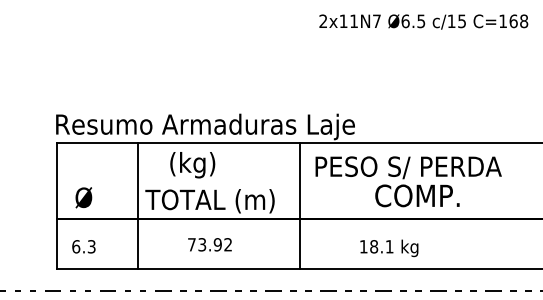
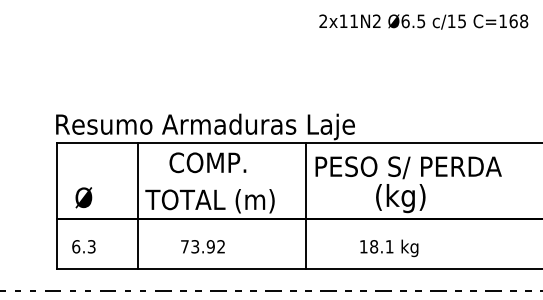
text at (376, 20): 2x11N7 -> 2x11N2
text at (207, 165): (kg) -> COMP.
text at (417, 198): COMP. -> (kg)
line at (300, 206) position: (300, 206) -> (306, 206)
text at (209, 244) position: (209, 244) -> (202, 246)
